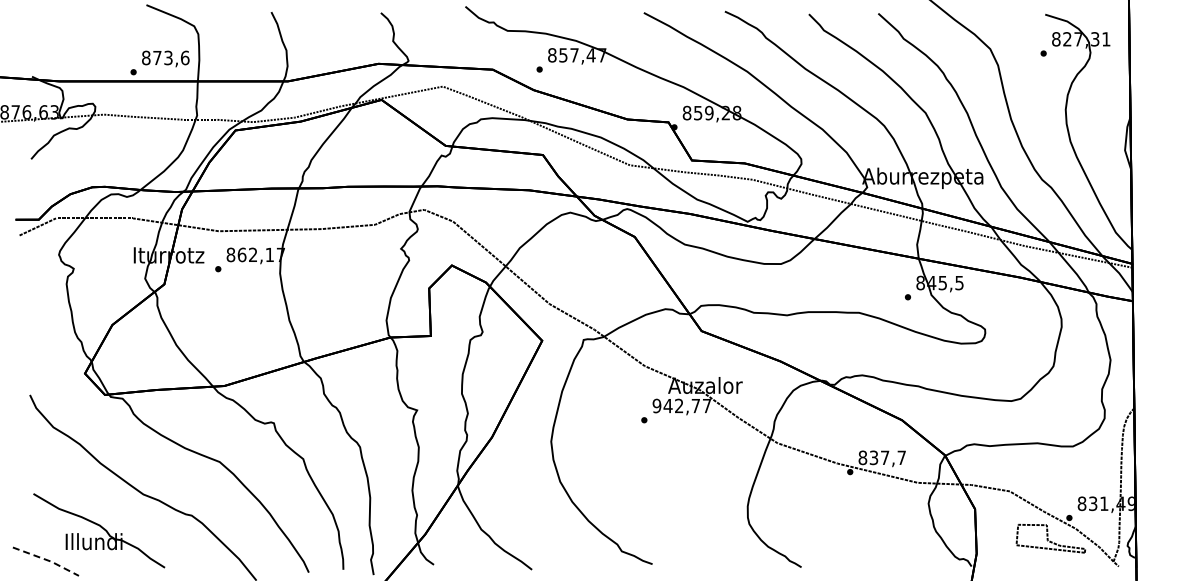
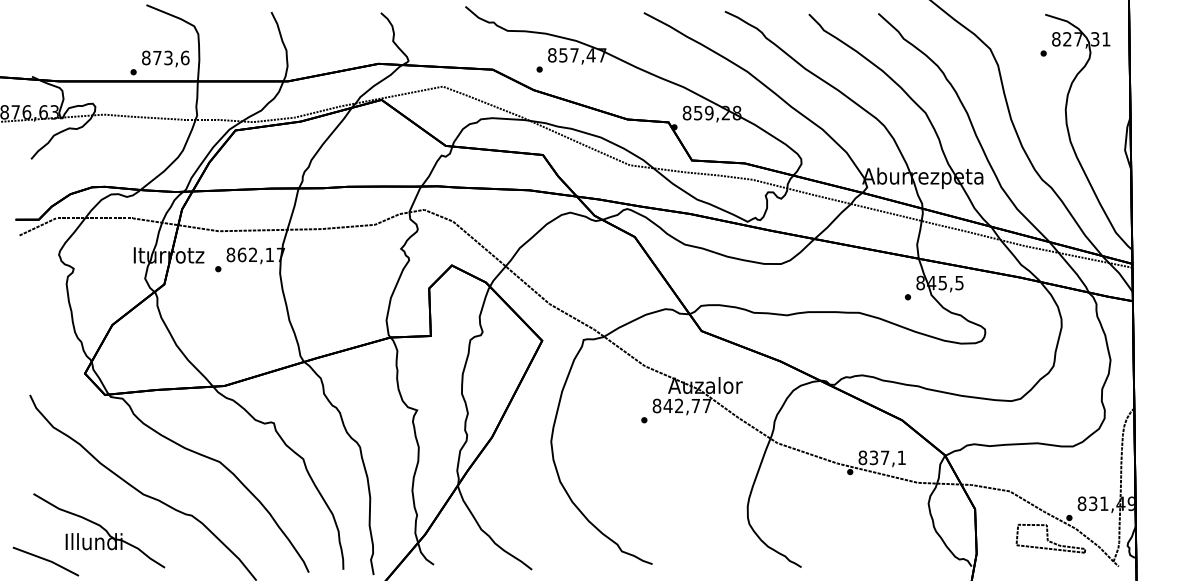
text at (656, 406): 942,77 -> 842,77
text at (901, 457): 837,7 -> 837,1
line at (47, 560): dashed -> solid
